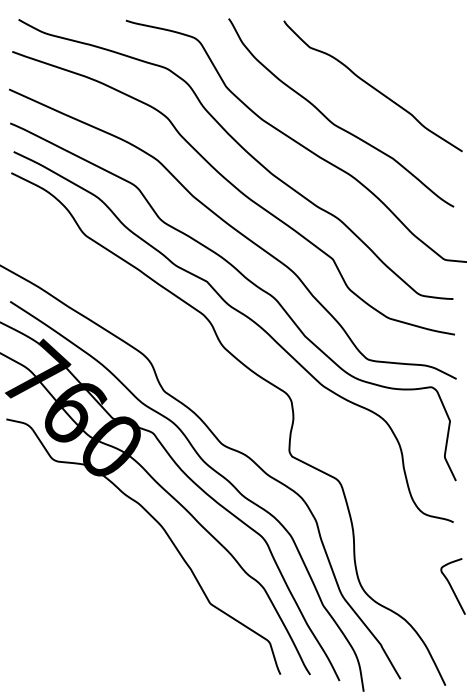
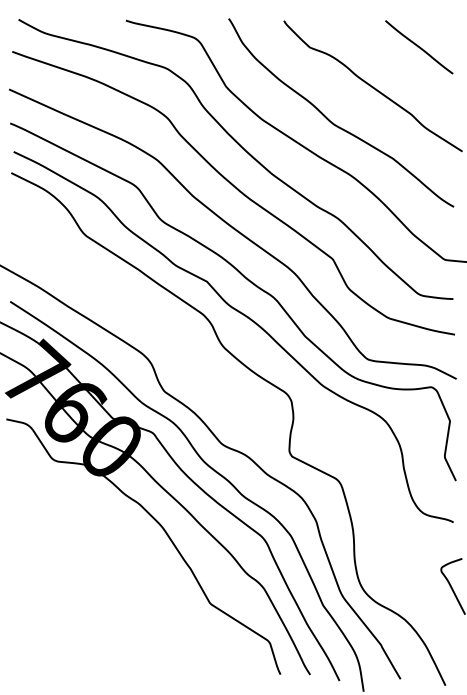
line at (419, 47): none -> present
